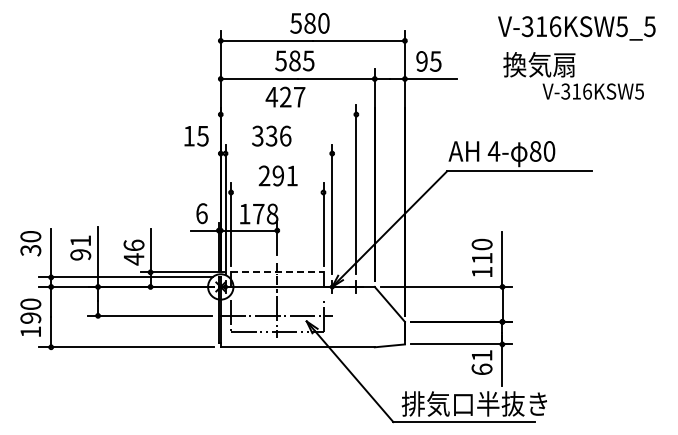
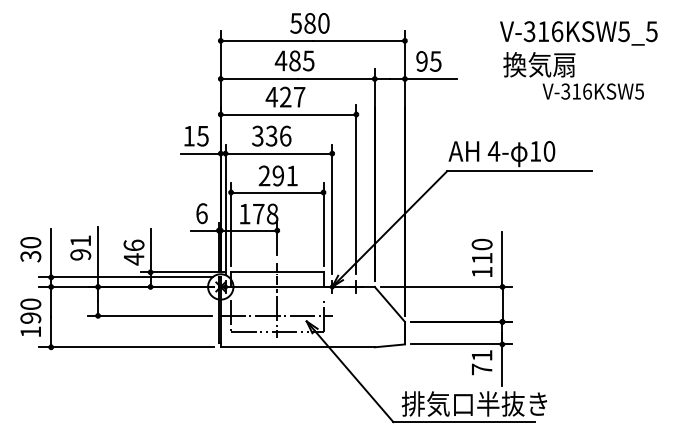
text at (576, 28) position: (576, 28) -> (578, 33)
text at (280, 60): 585 -> 485
line at (288, 114): none -> present
text at (535, 151): 80 -> 10
line at (256, 153): none -> present
line at (277, 192): none -> present
text at (30, 243) position: (30, 243) -> (30, 249)
line at (277, 272): dashed -> solid
text at (481, 369): 61 -> 71
